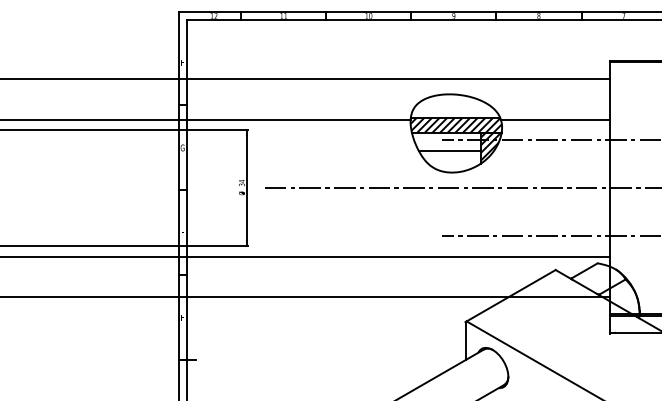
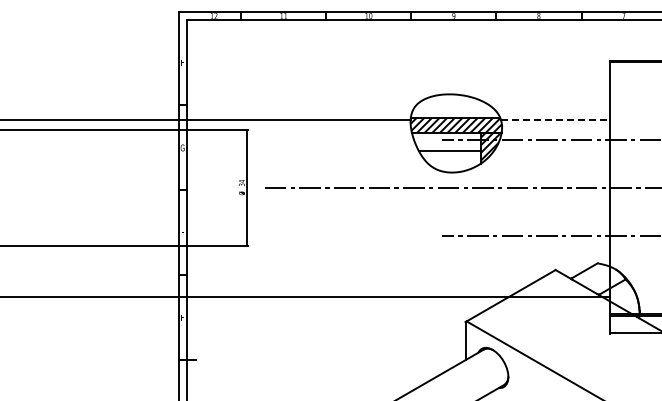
line at (306, 78): present -> none
line at (555, 119): solid -> dashed
line at (306, 256): present -> none
